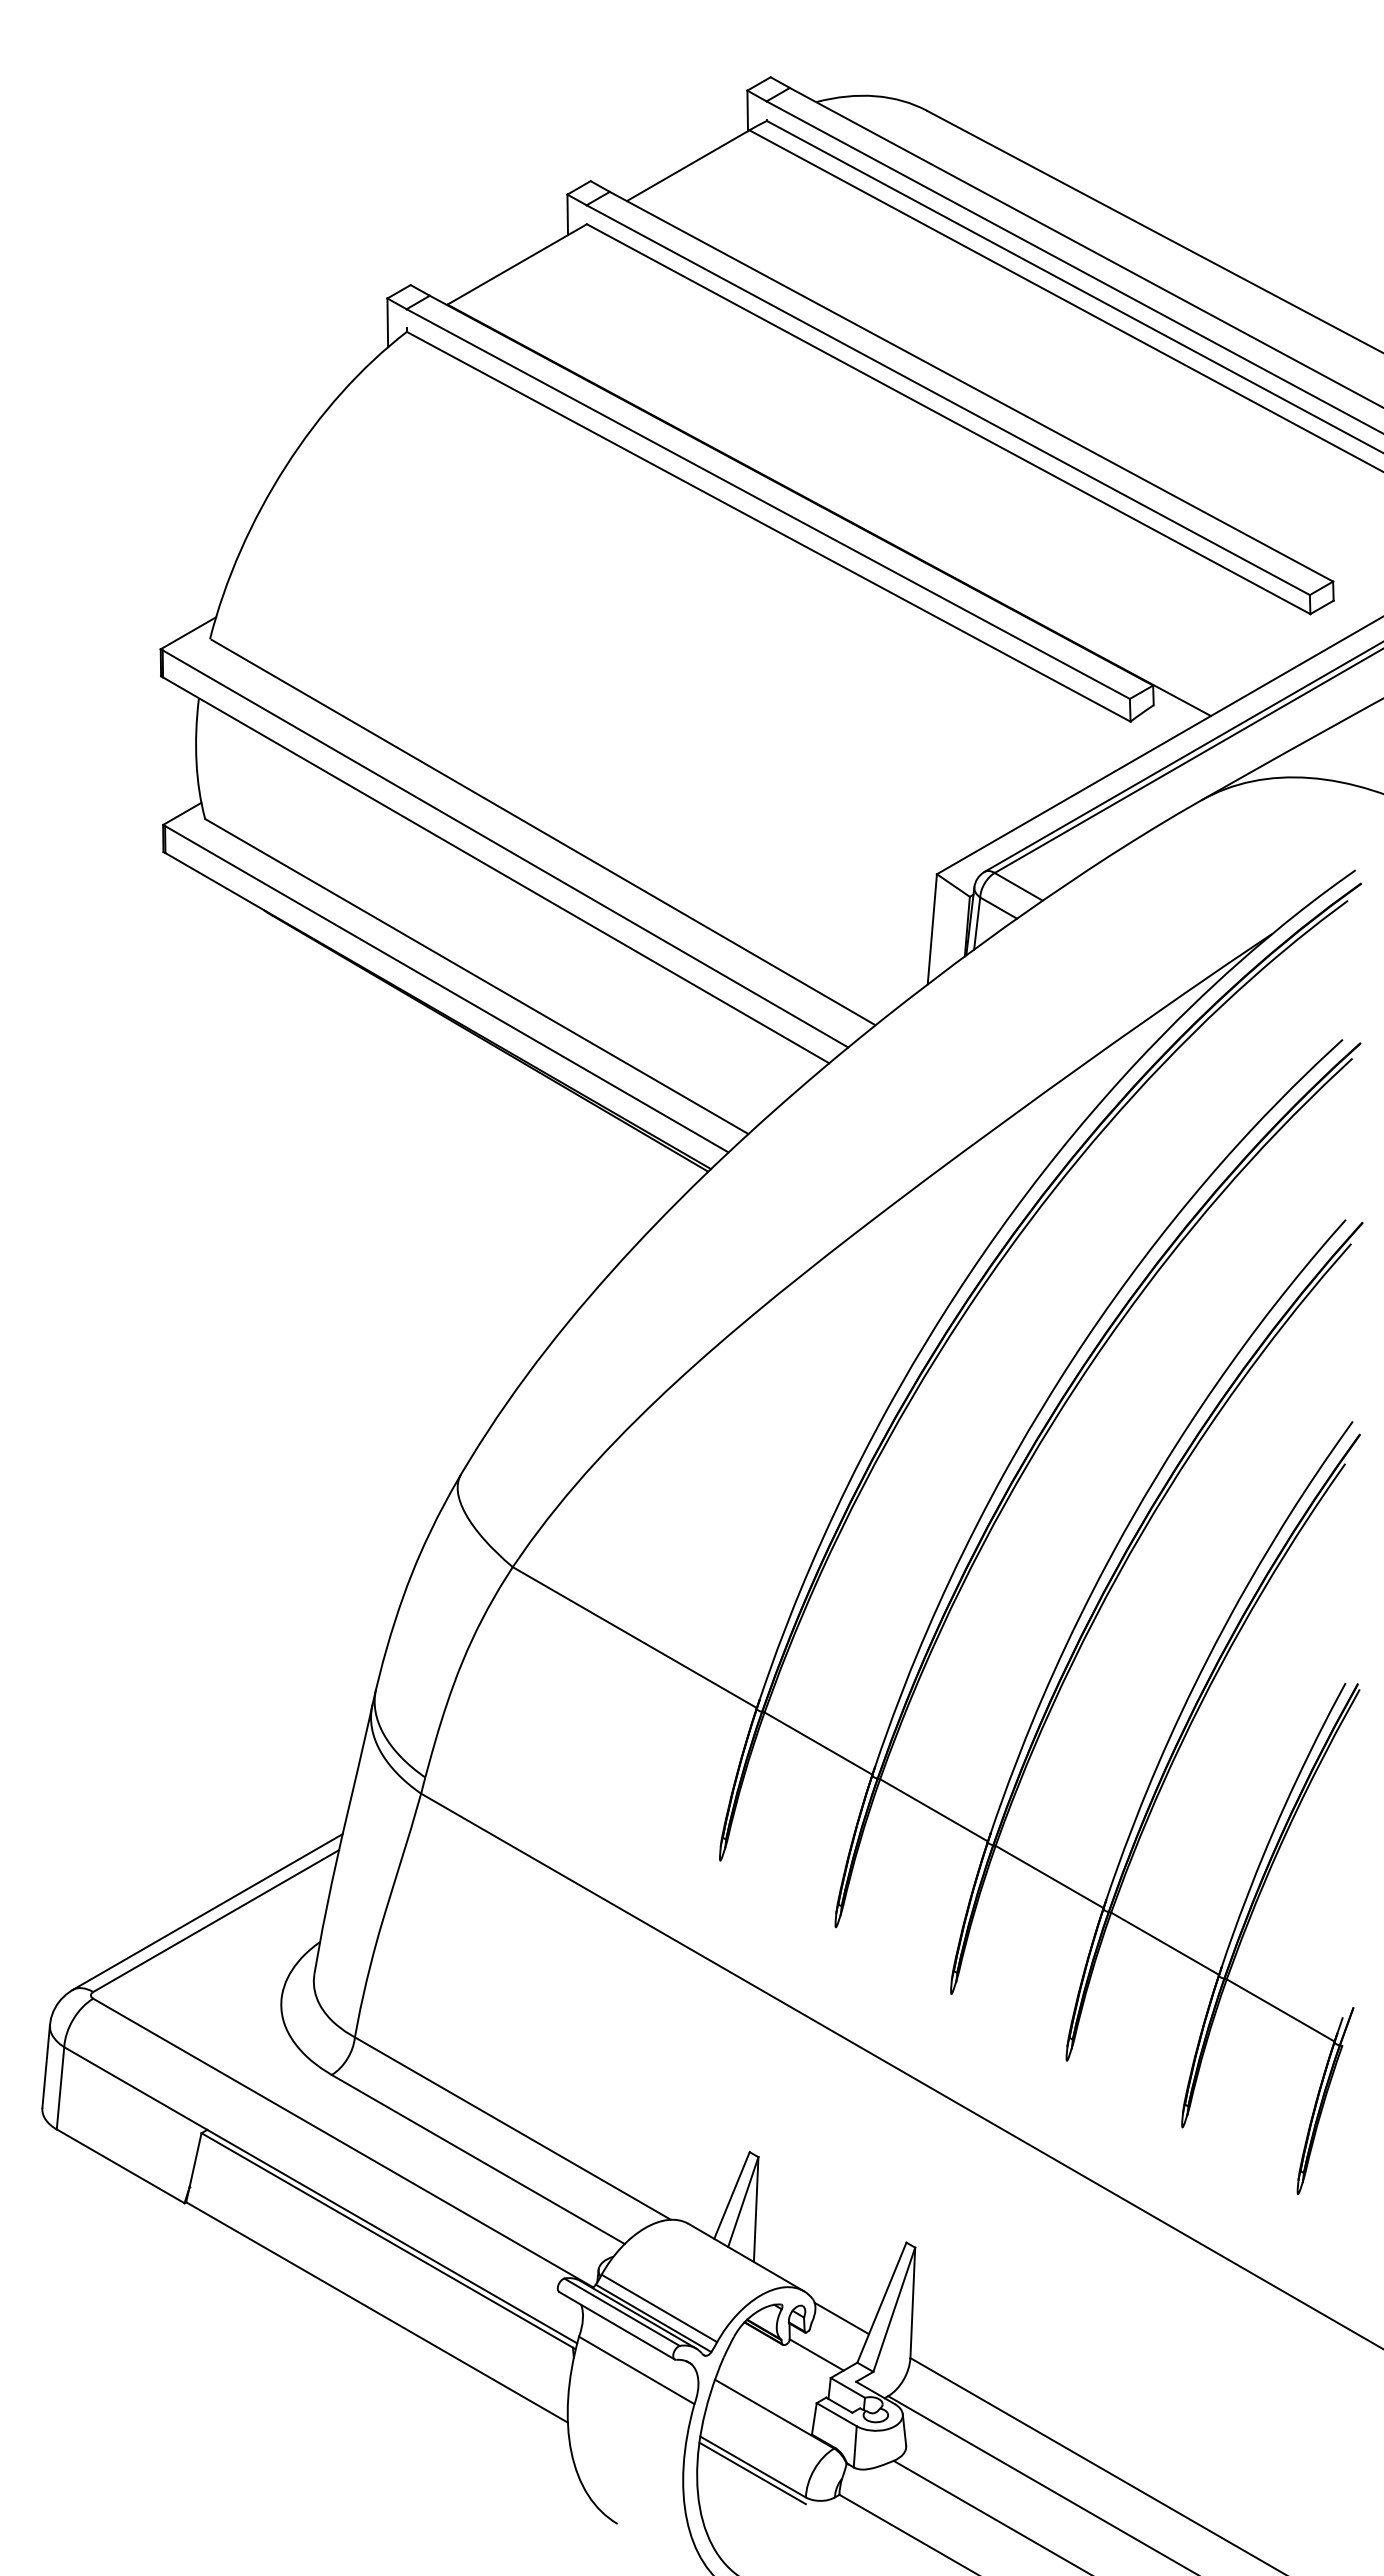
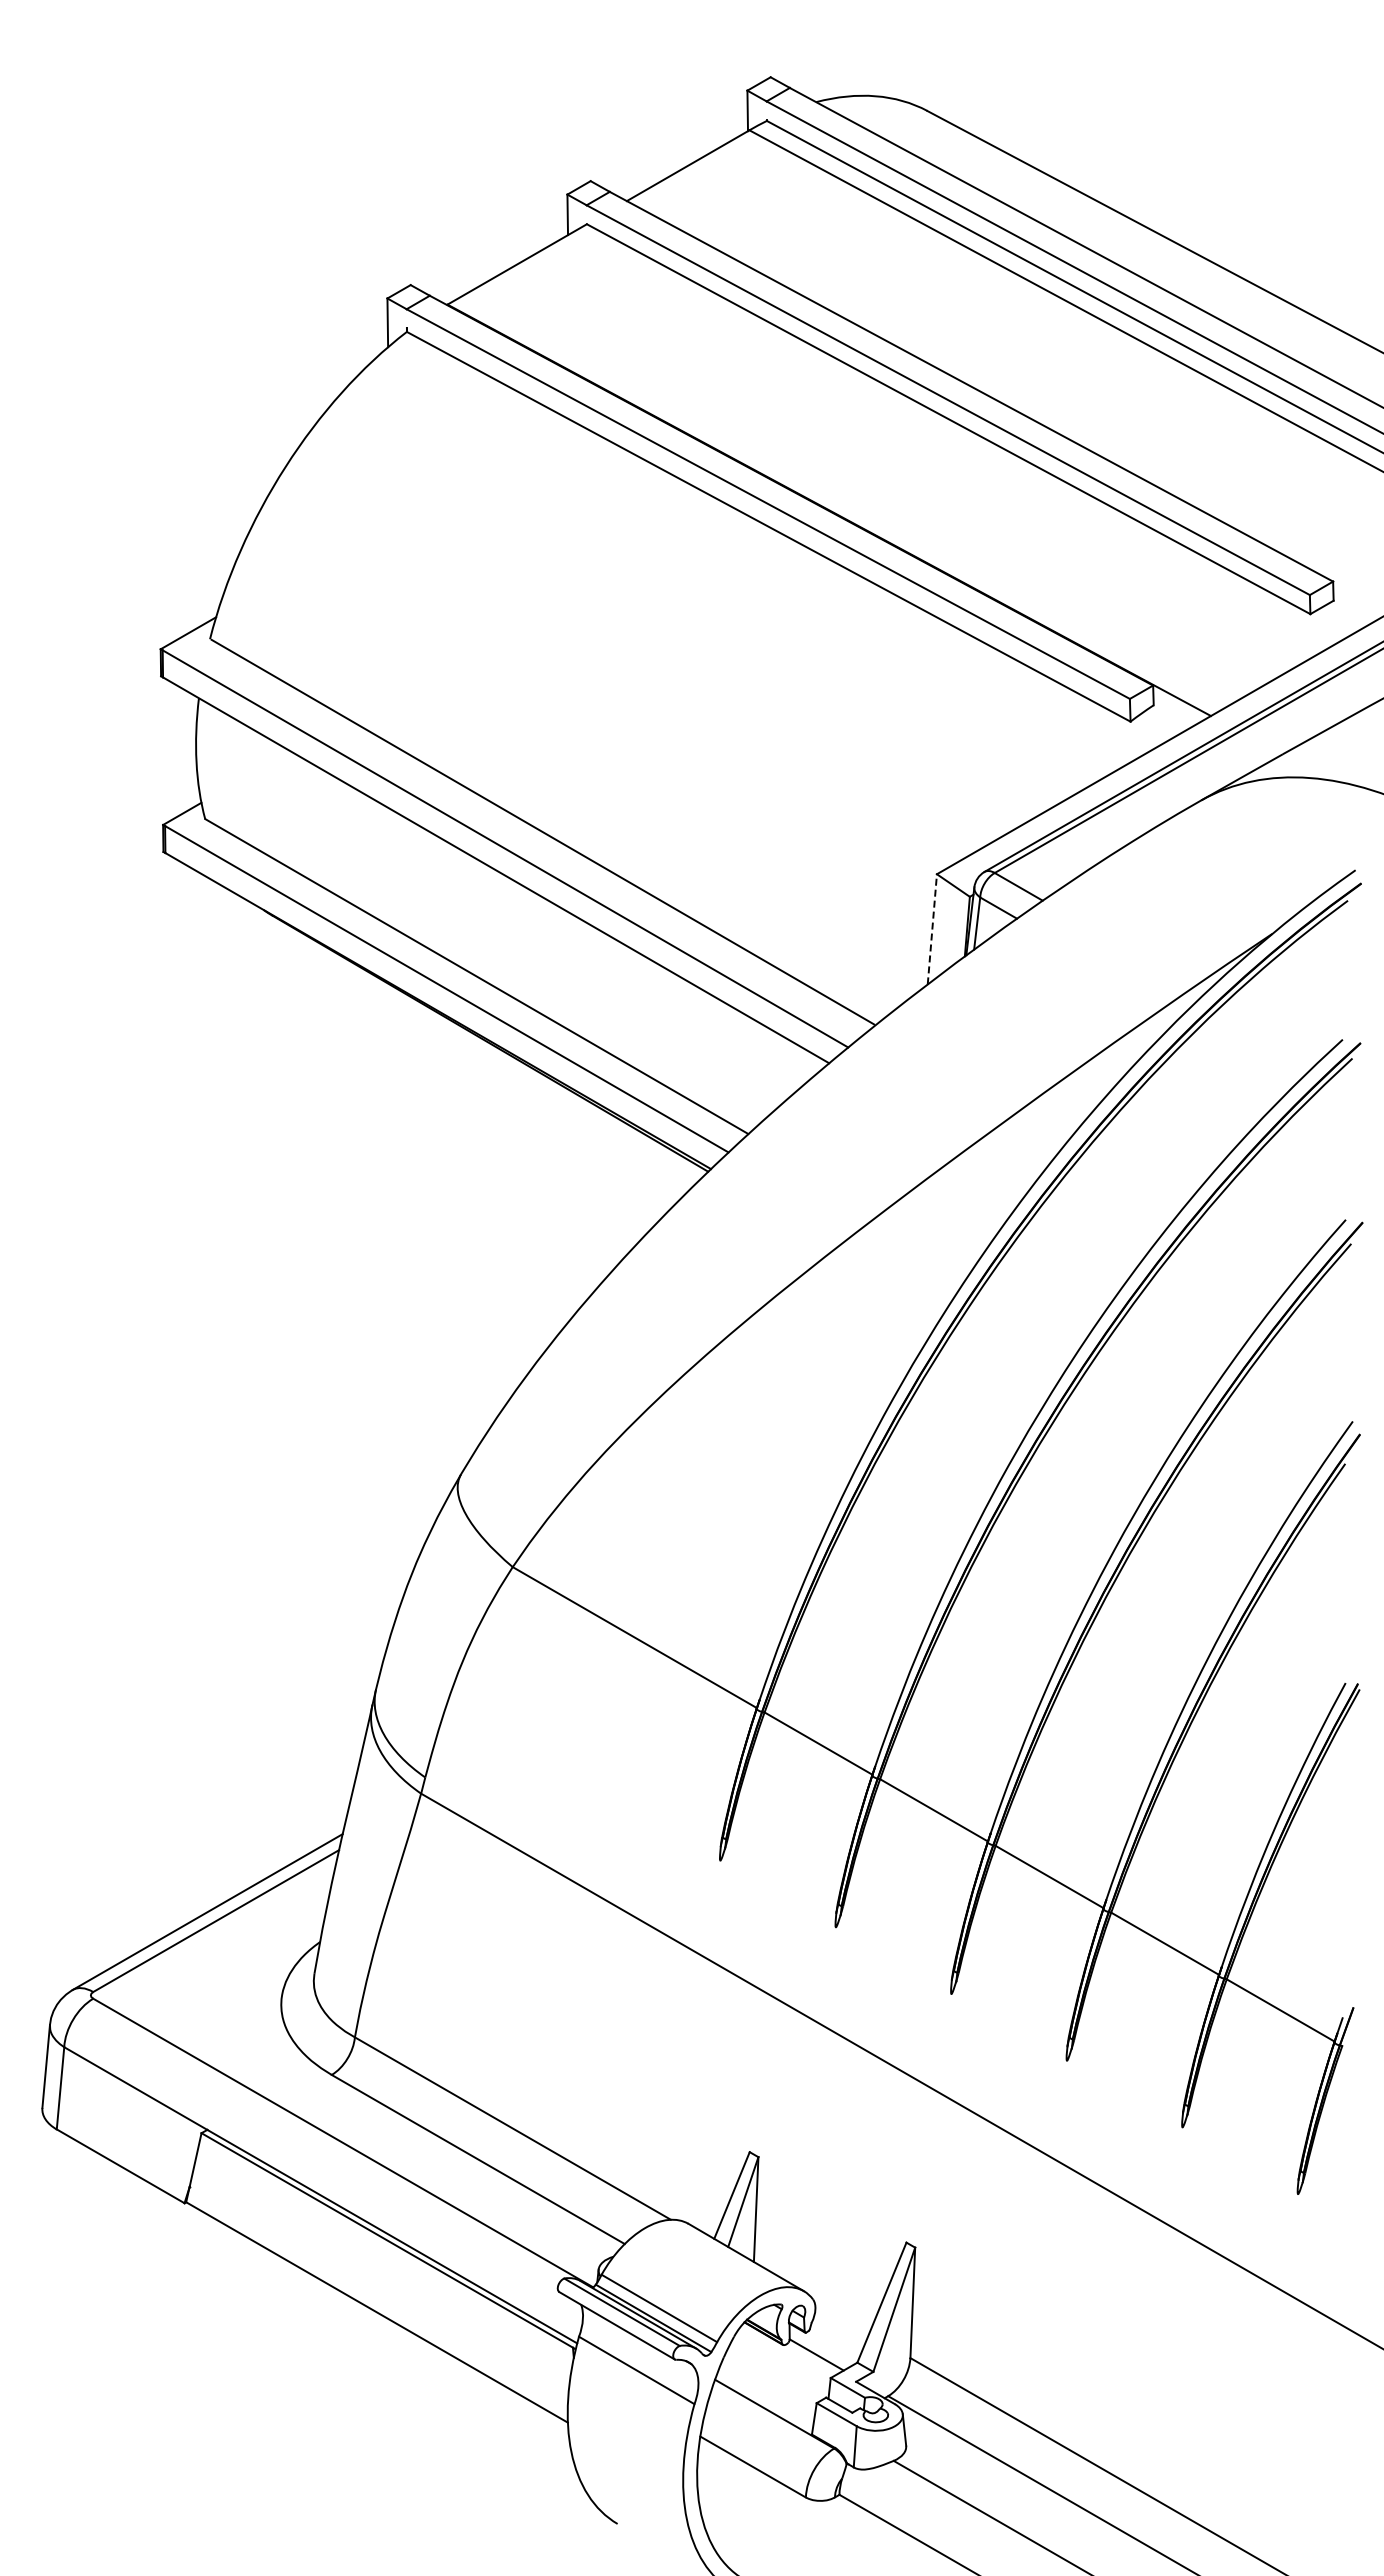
line at (932, 928): solid -> dashed
line at (841, 2318): present -> none
line at (752, 2473): present -> none
